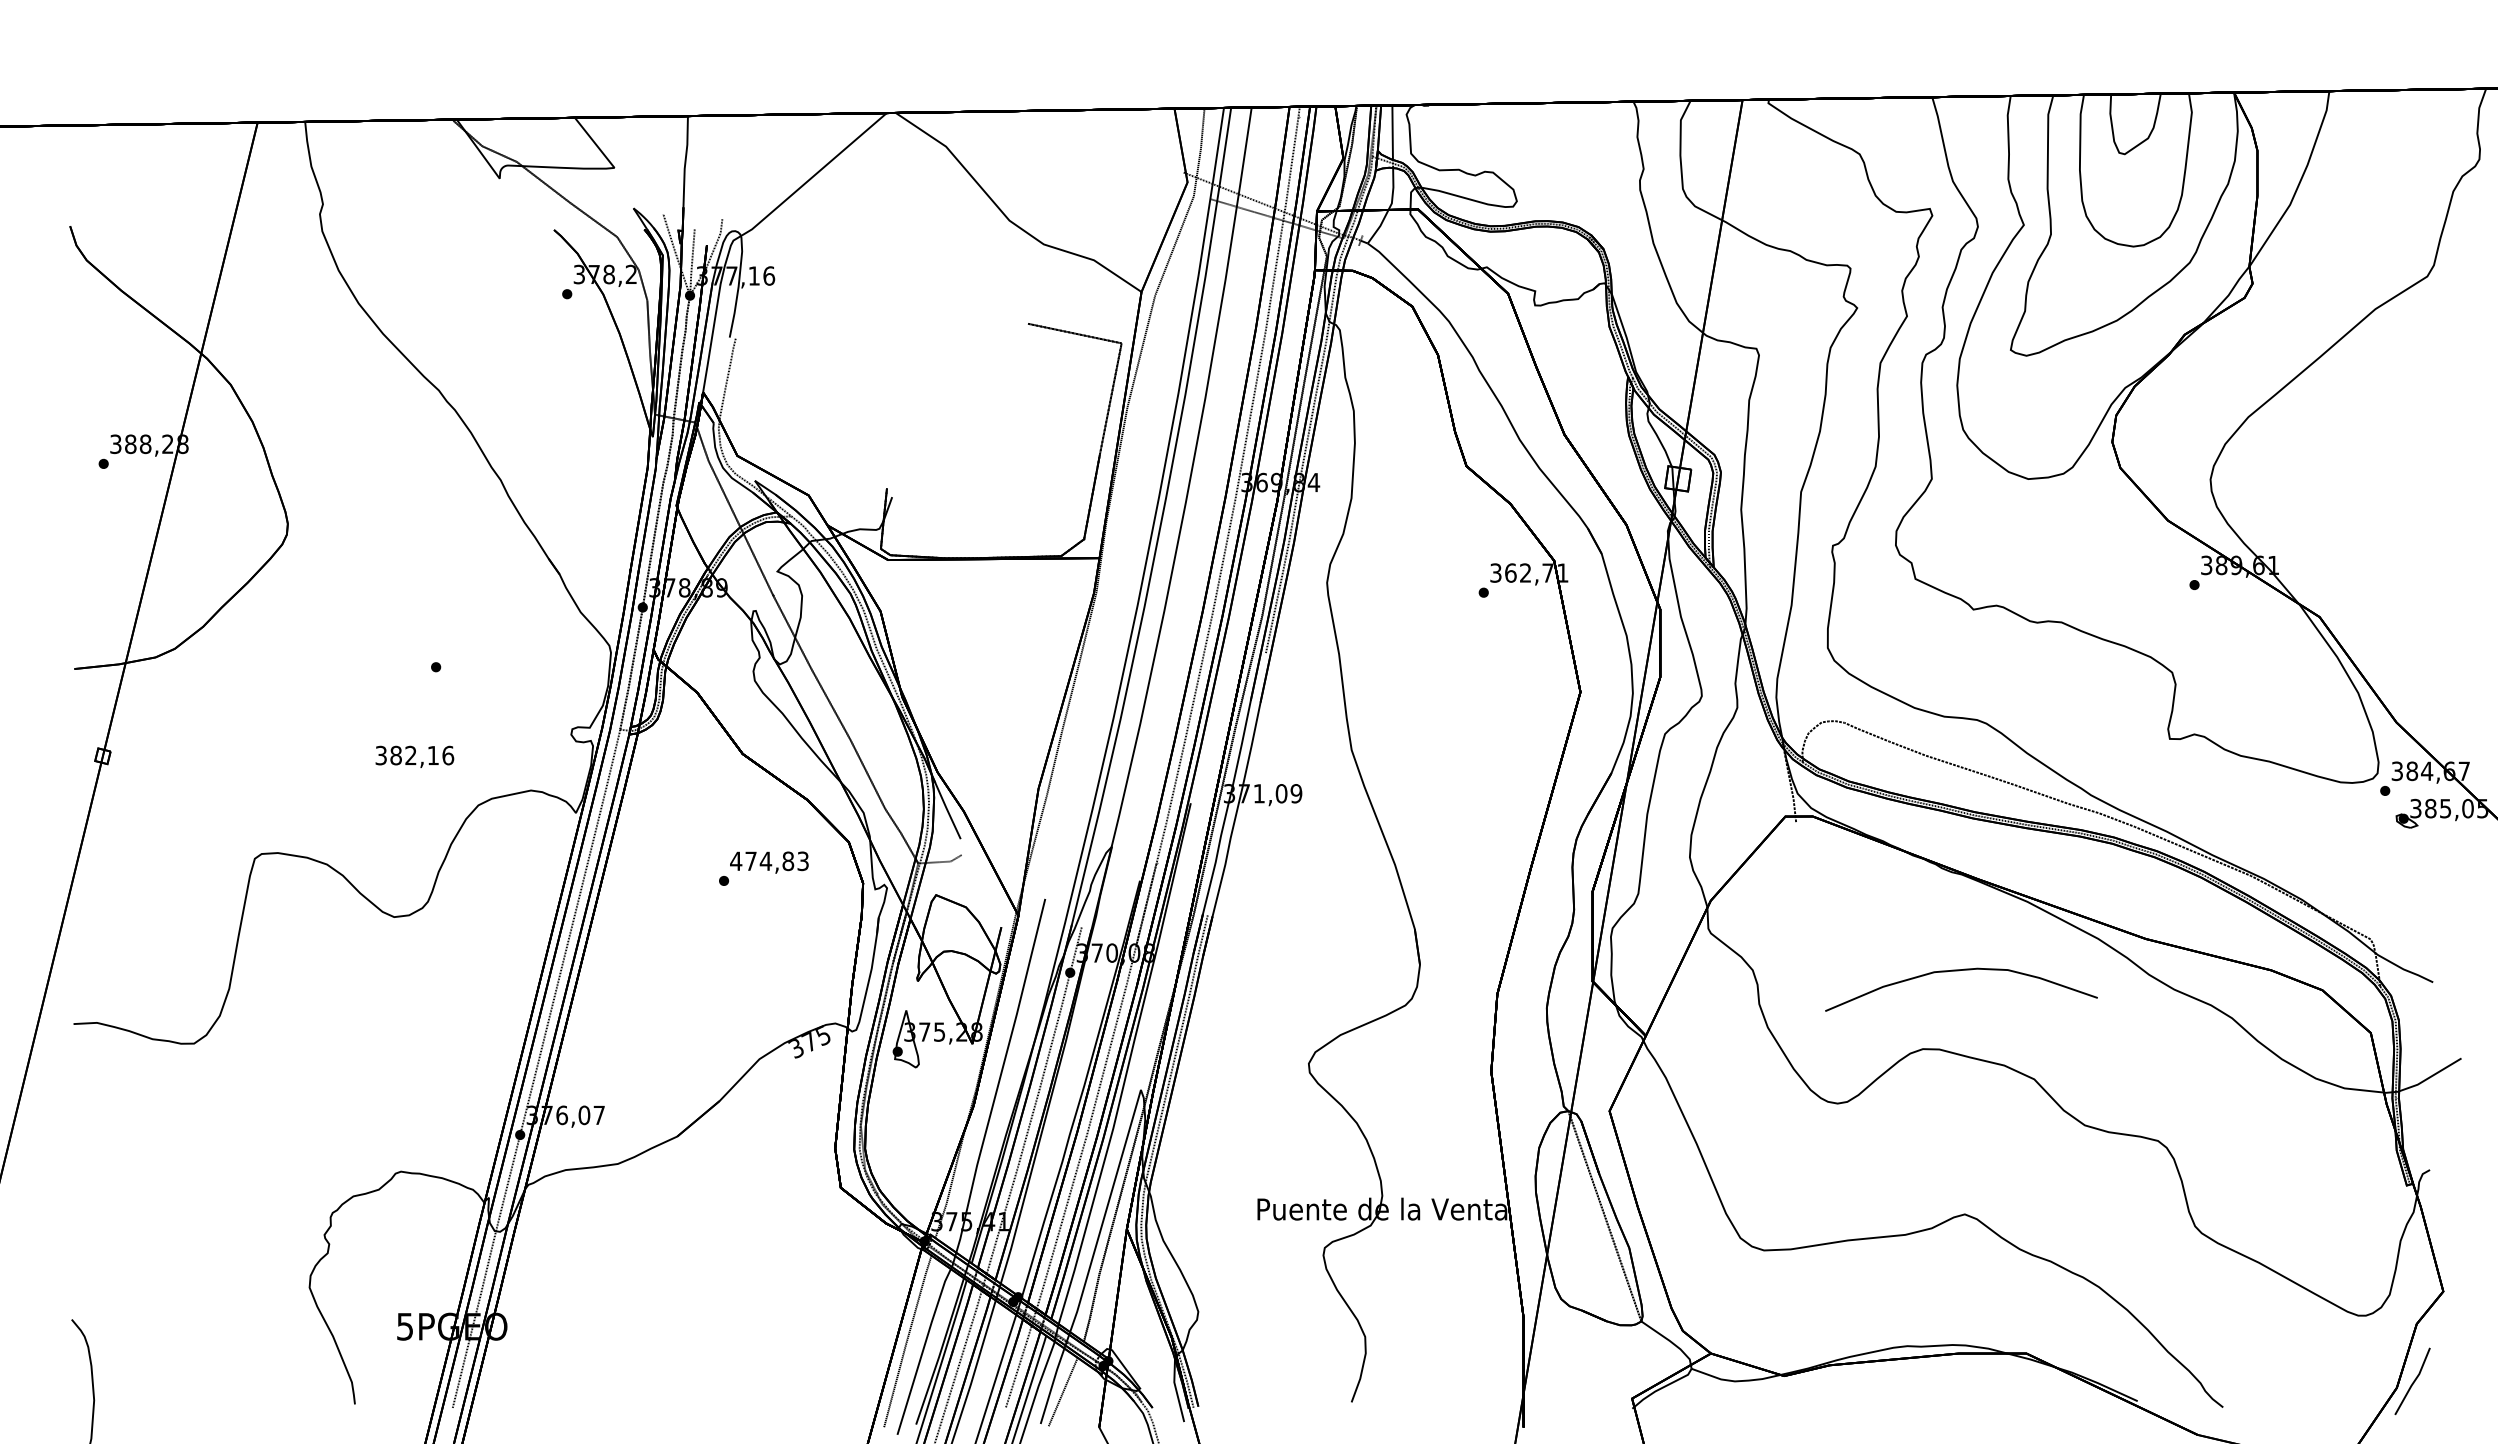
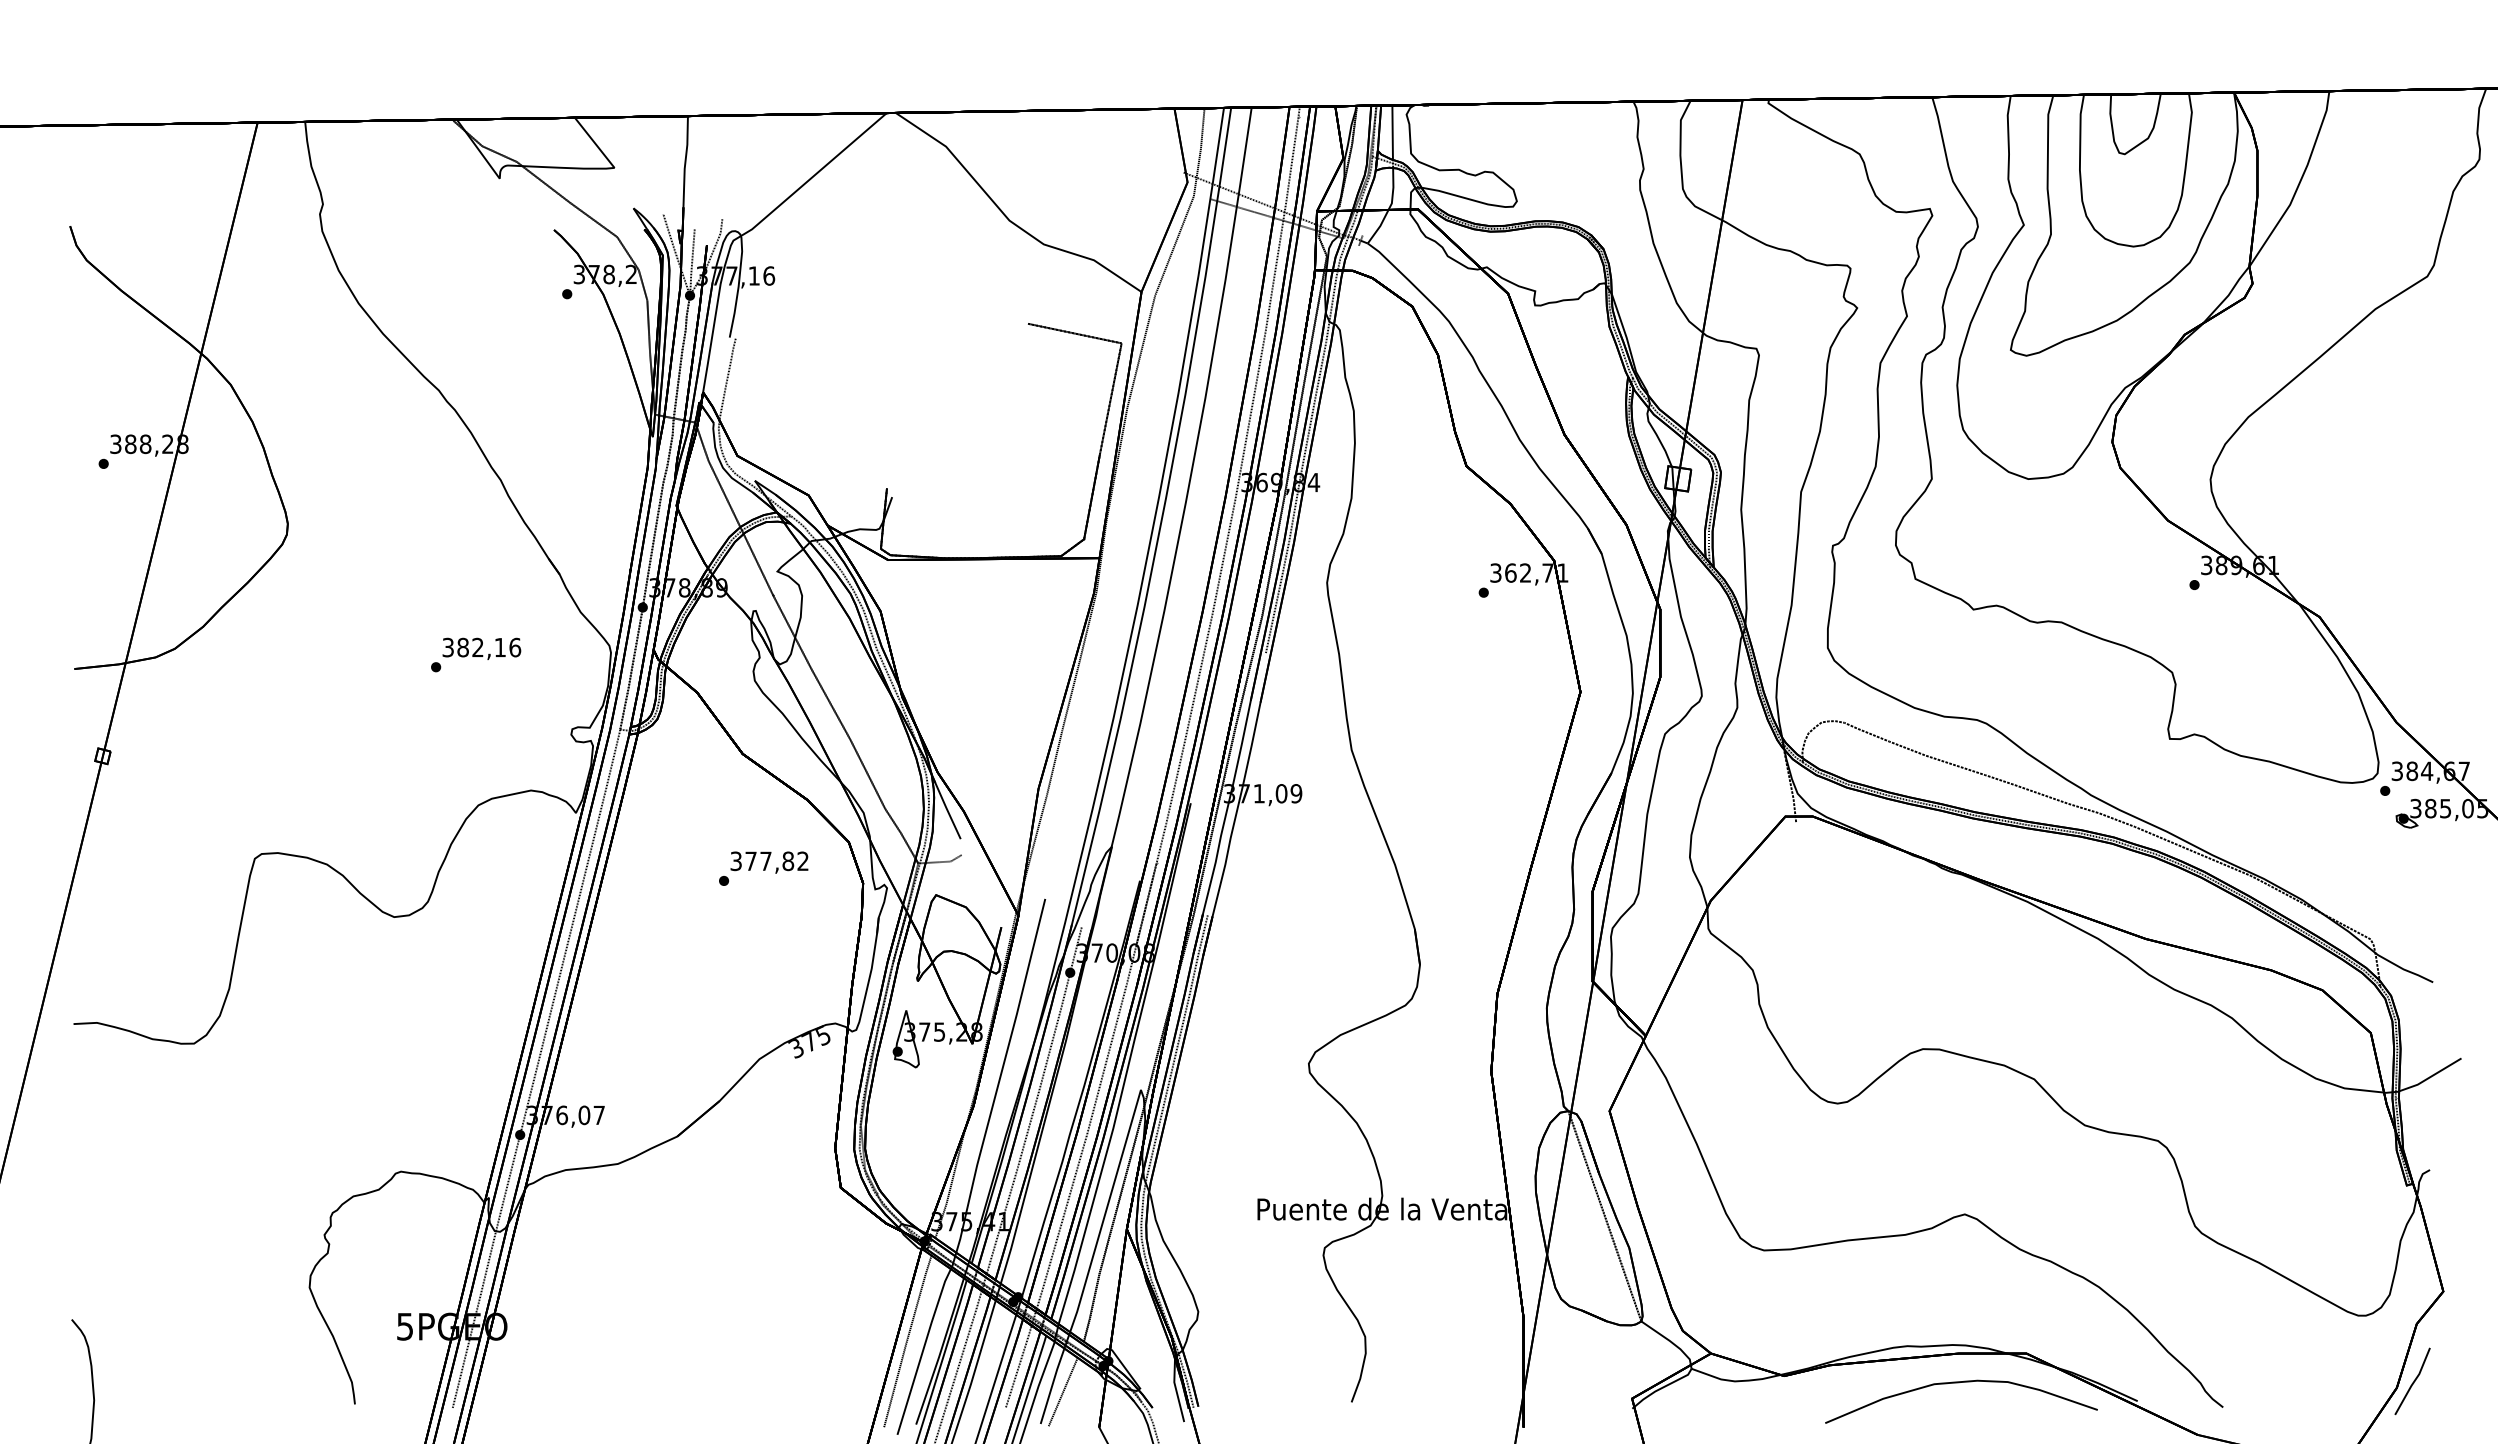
text at (414, 756) position: (414, 756) -> (481, 648)
text at (769, 861): 474,83 -> 377,82
curve at (1959, 971) position: (1959, 971) -> (1959, 1383)
